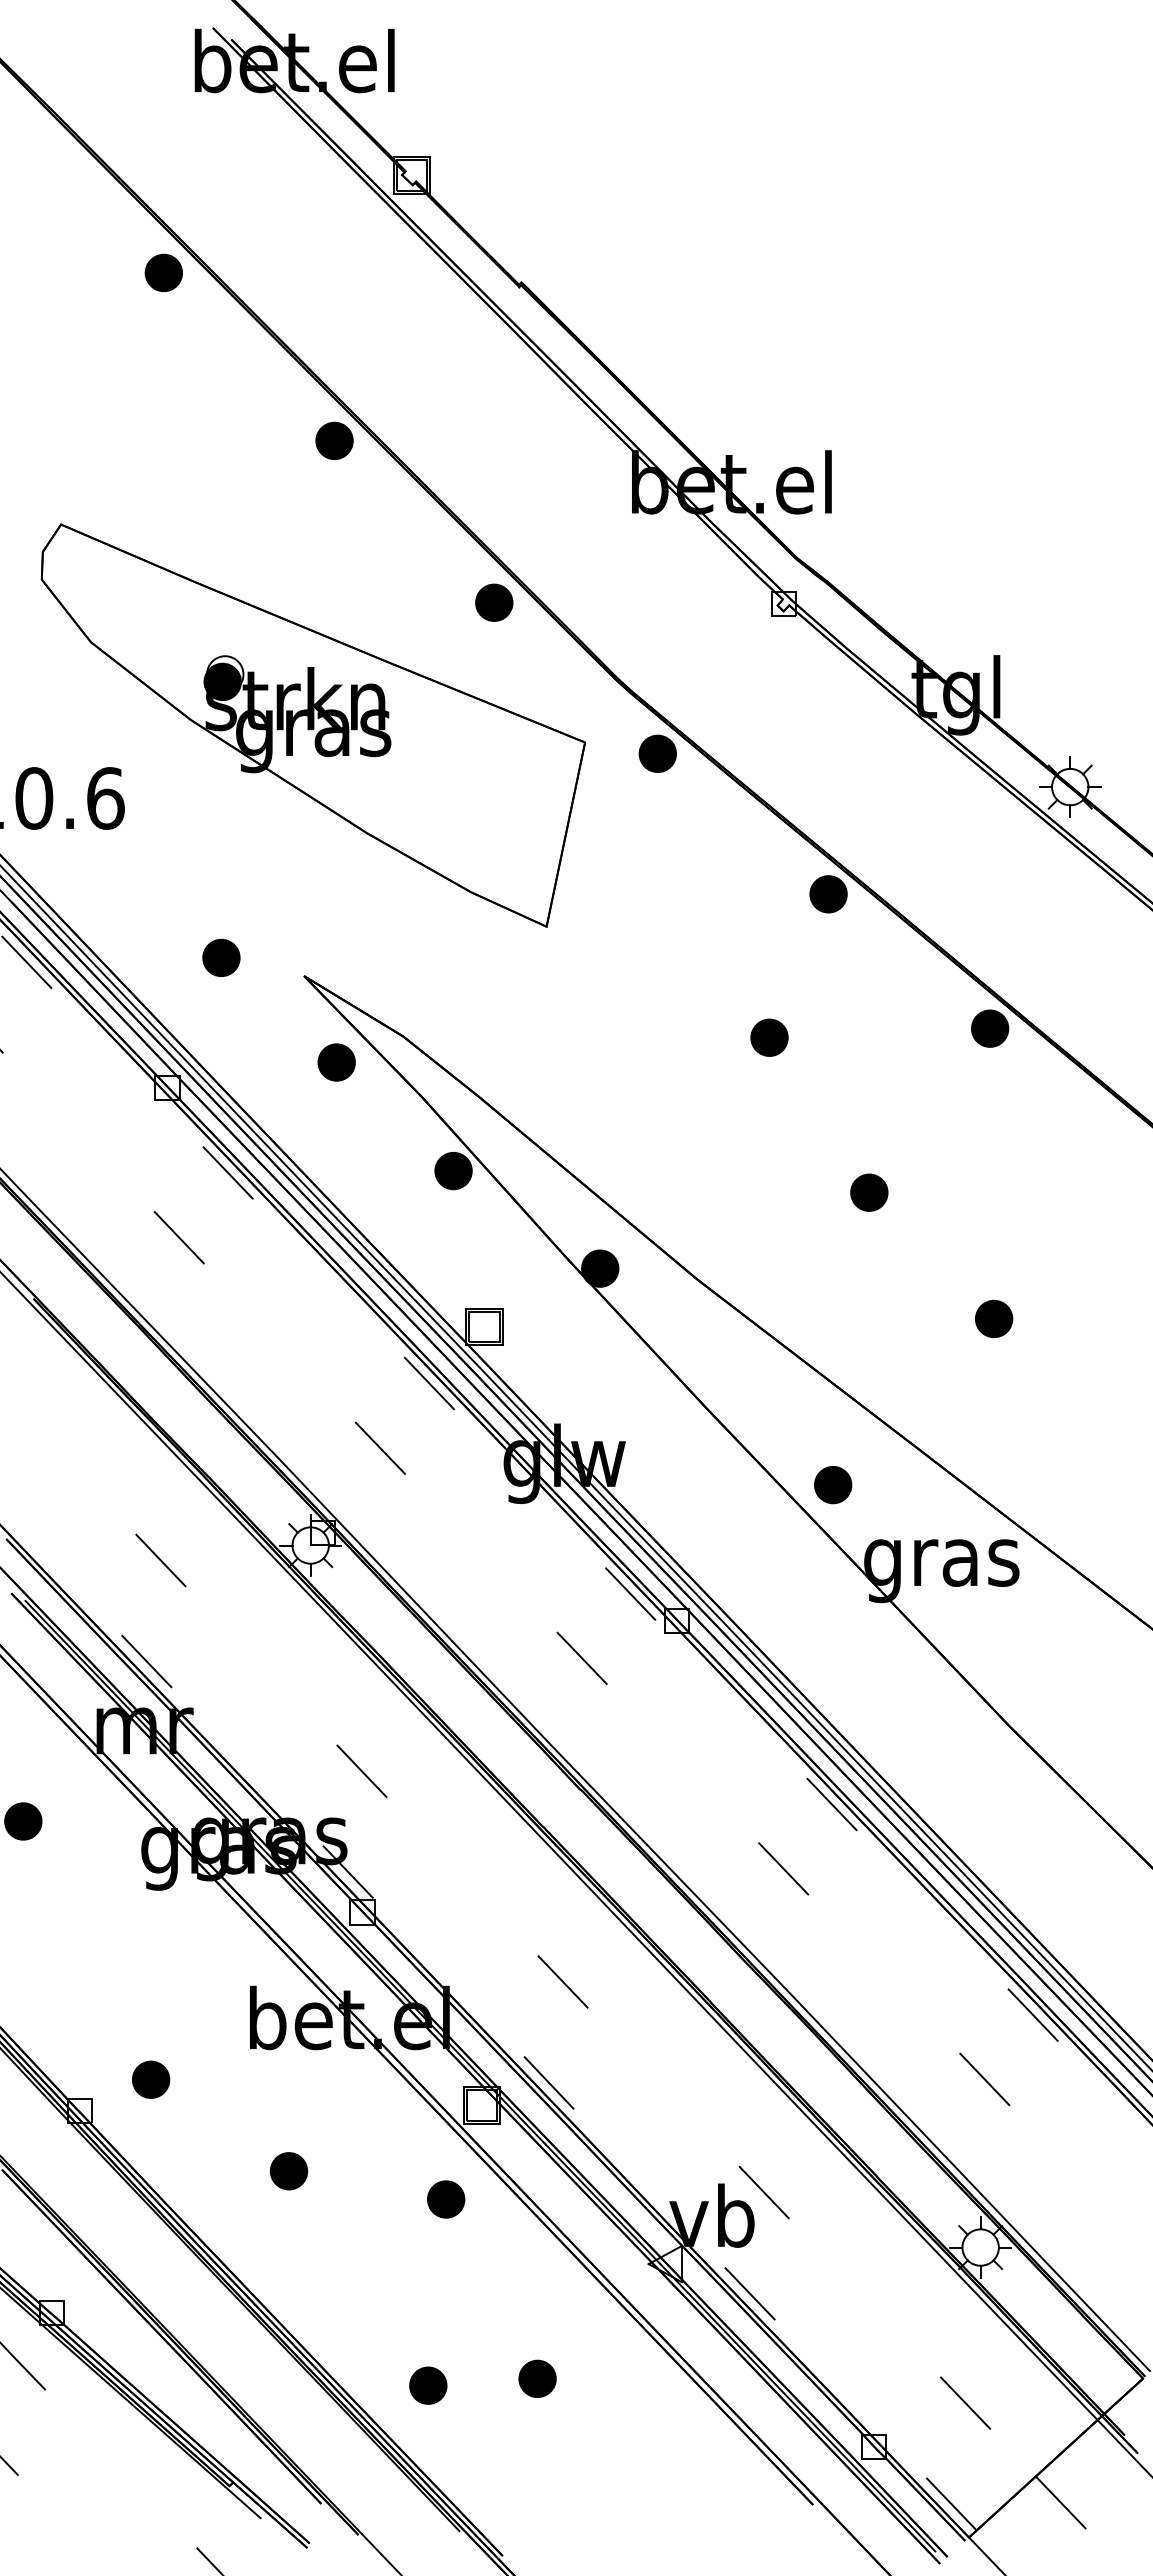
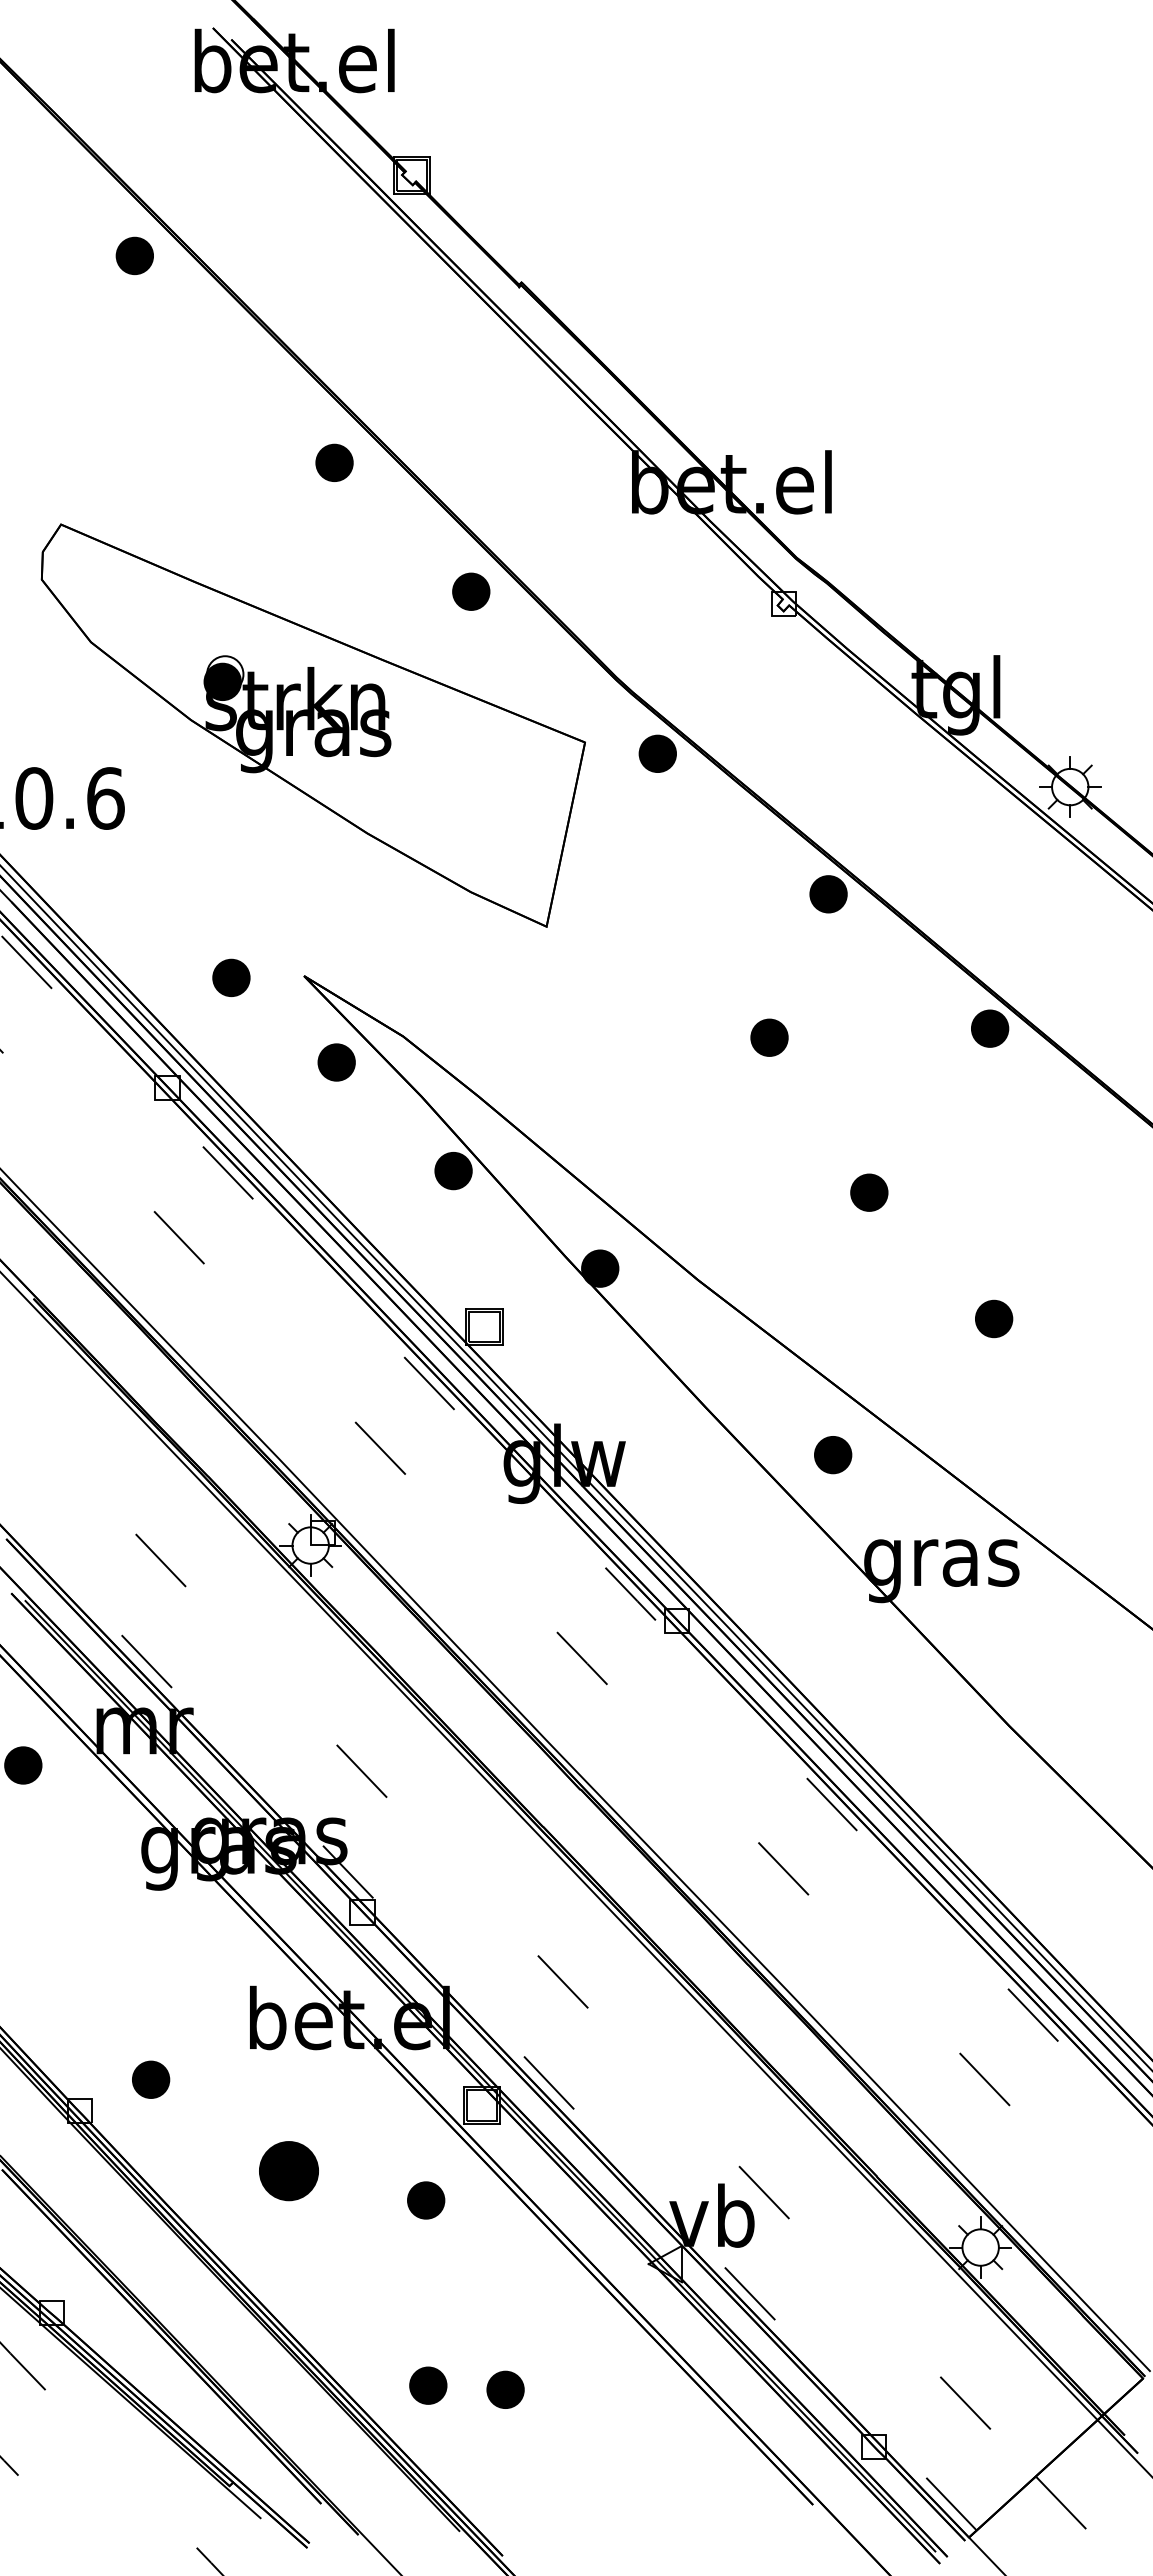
part at (163, 272) position: (163, 272) -> (134, 255)
part at (334, 440) position: (334, 440) -> (334, 462)
part at (494, 602) position: (494, 602) -> (471, 591)
part at (221, 957) position: (221, 957) -> (231, 977)
part at (833, 1485) position: (833, 1485) -> (833, 1455)
part at (23, 1821) position: (23, 1821) -> (23, 1765)
part at (288, 2171) size: 40x39 px -> 60x61 px
part at (446, 2199) position: (446, 2199) -> (426, 2200)
part at (537, 2378) position: (537, 2378) -> (505, 2389)
